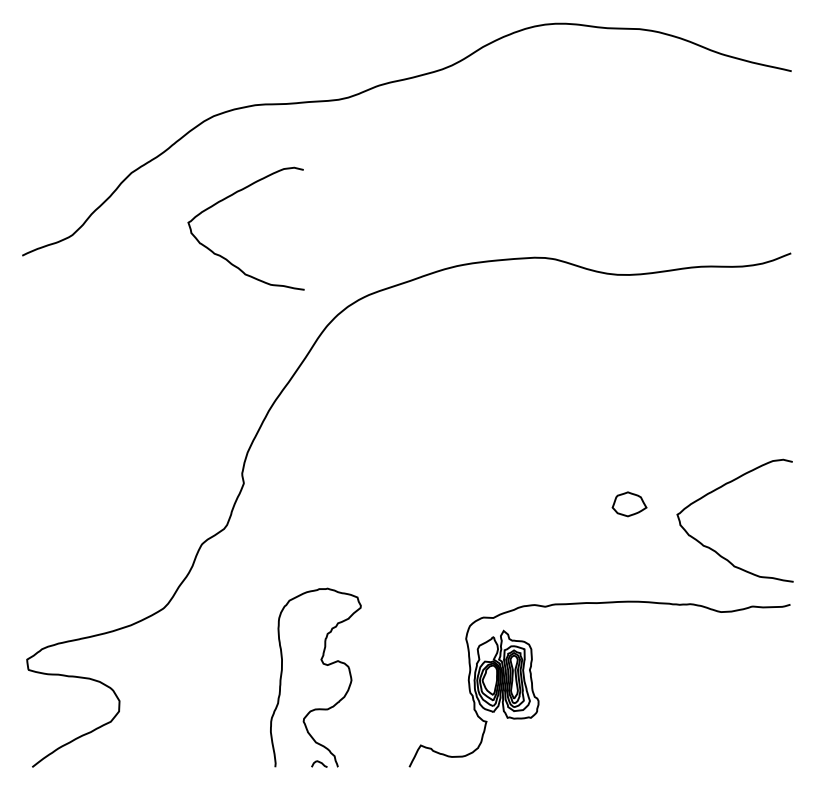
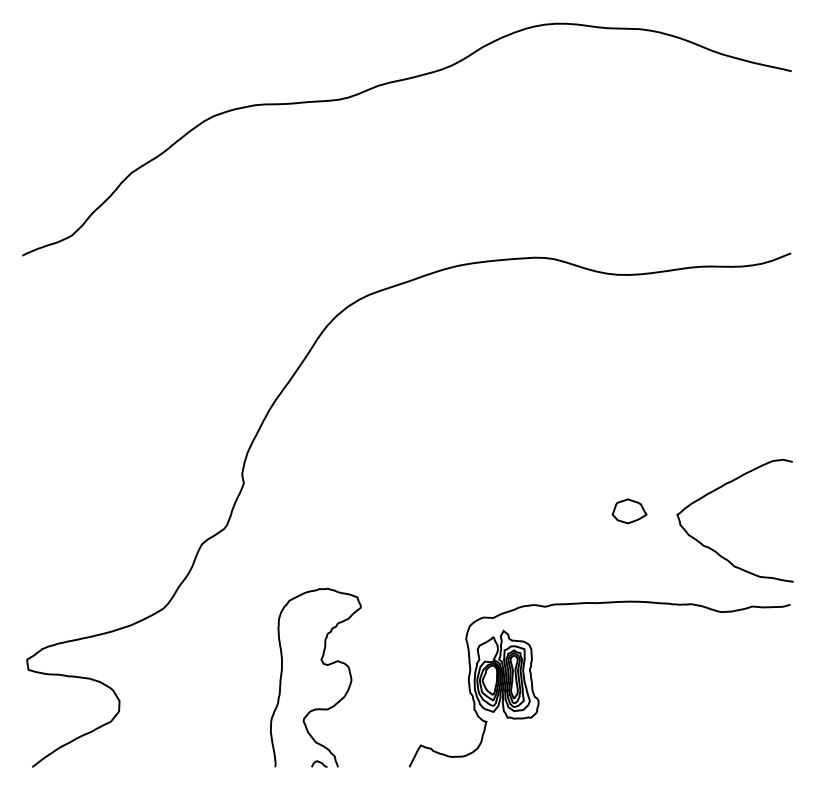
curve at (229, 197): present -> none
part at (629, 504) position: (629, 504) -> (629, 511)
